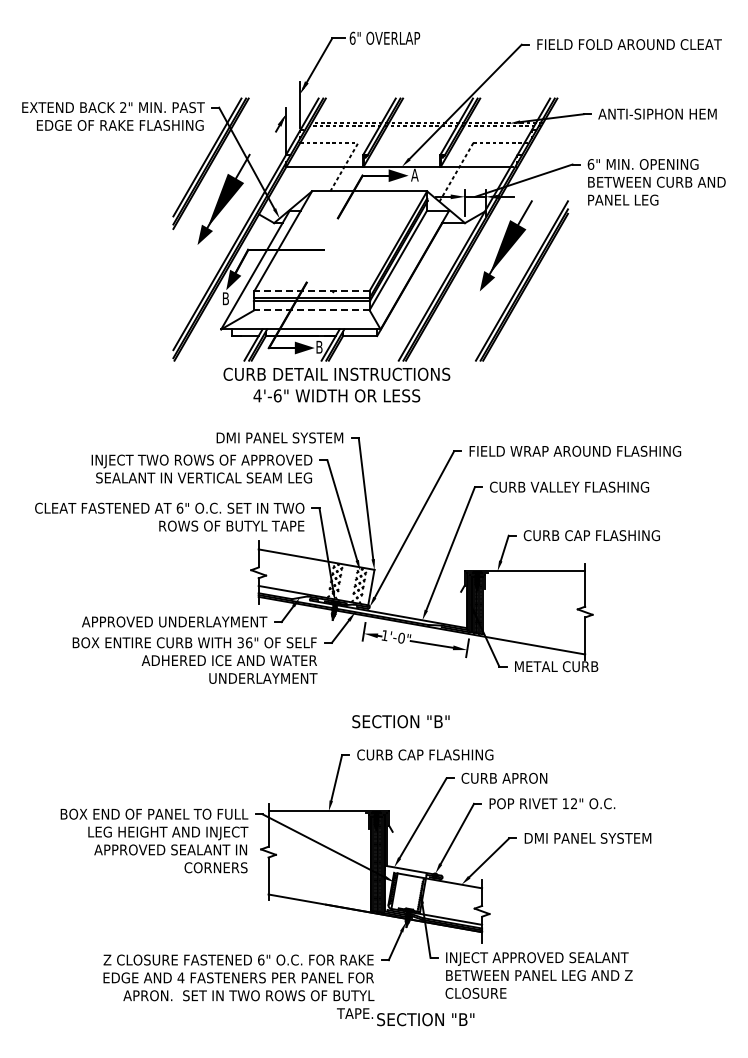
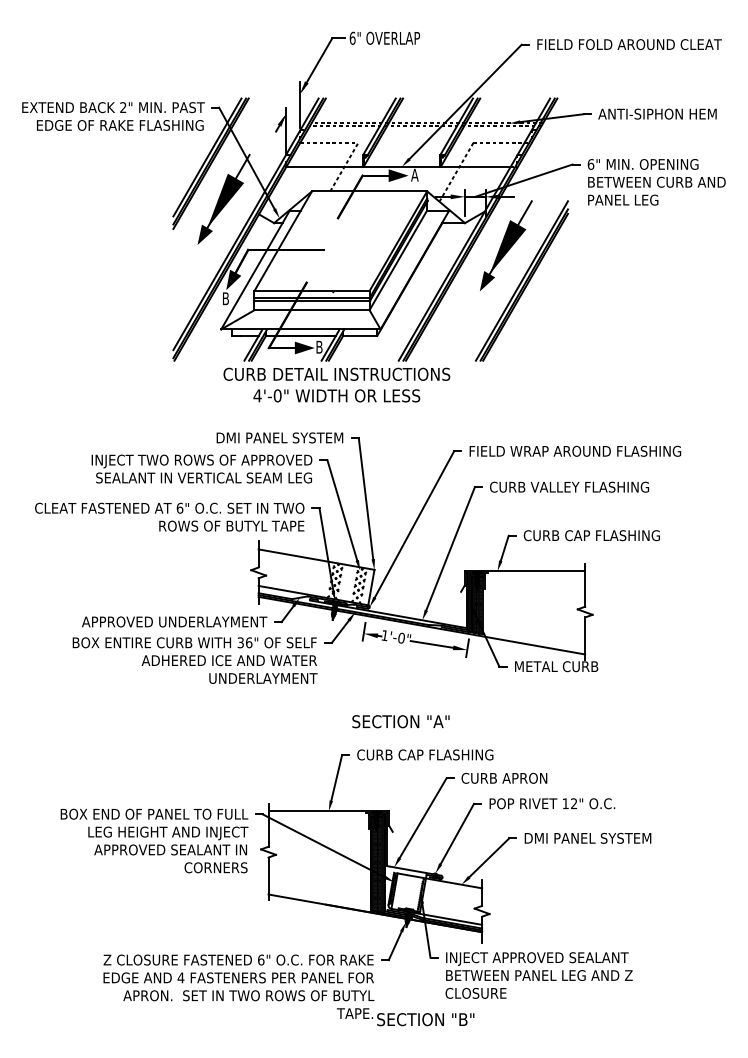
line at (312, 291): dashed -> solid
line at (312, 310): dashed -> solid
text at (277, 395): 4'-6" -> 4'-0"
text at (438, 721): SECTION "B" -> SECTION "A"
